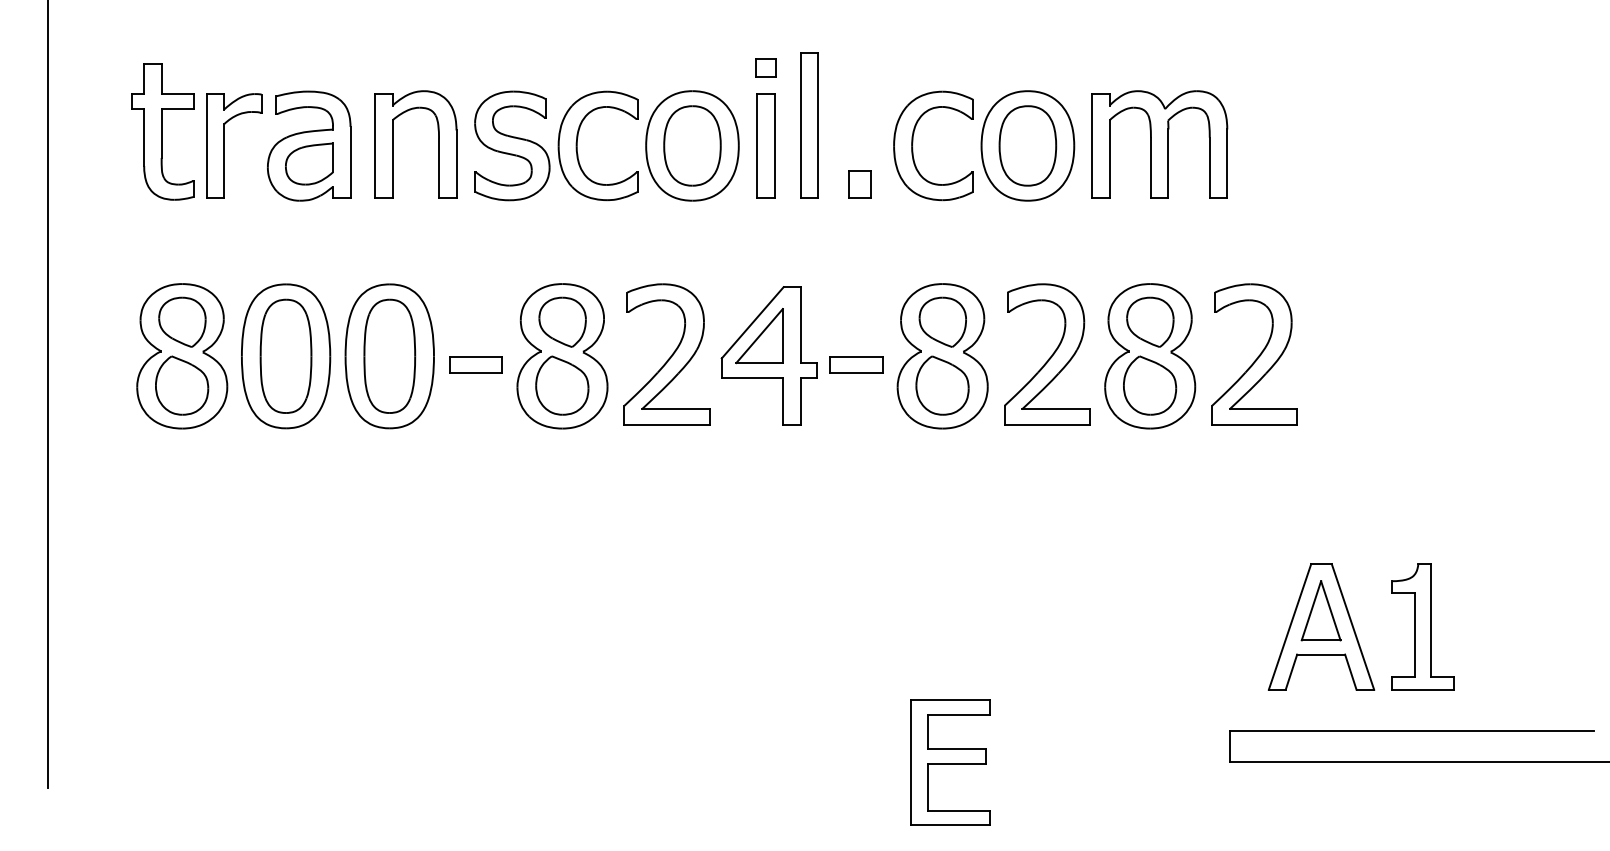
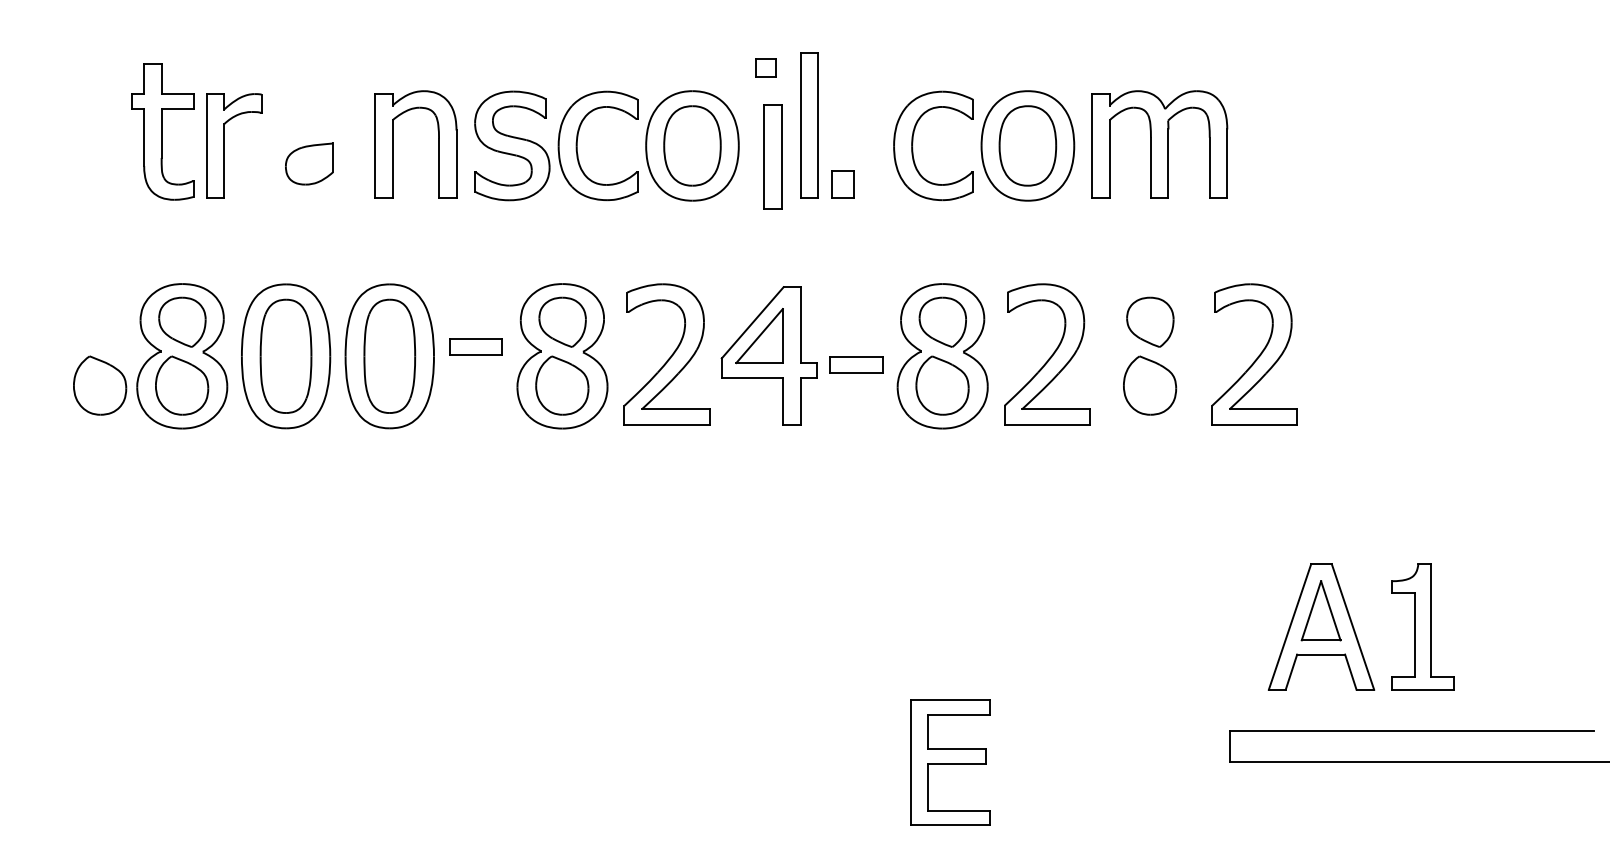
part at (309, 145): present -> none
part at (765, 145) position: (765, 145) -> (772, 156)
part at (859, 184) position: (859, 184) -> (842, 184)
part at (1150, 356): present -> none
part at (475, 364) position: (475, 364) -> (475, 346)
part at (100, 385): none -> present
line at (48, 394): present -> none
